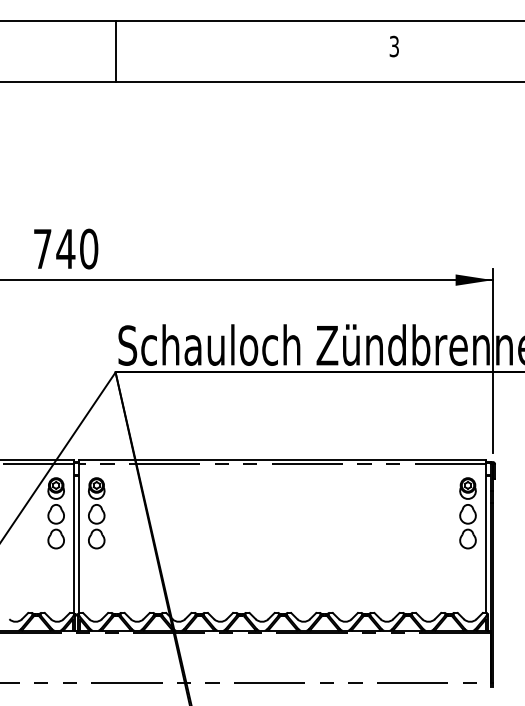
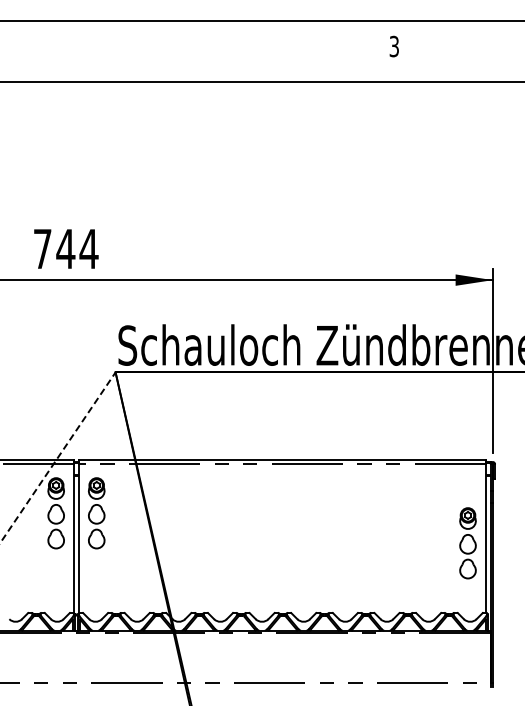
line at (116, 51): present -> none
text at (88, 248): 740 -> 744
line at (57, 457): solid -> dashed
part at (467, 513) position: (467, 513) -> (467, 543)
